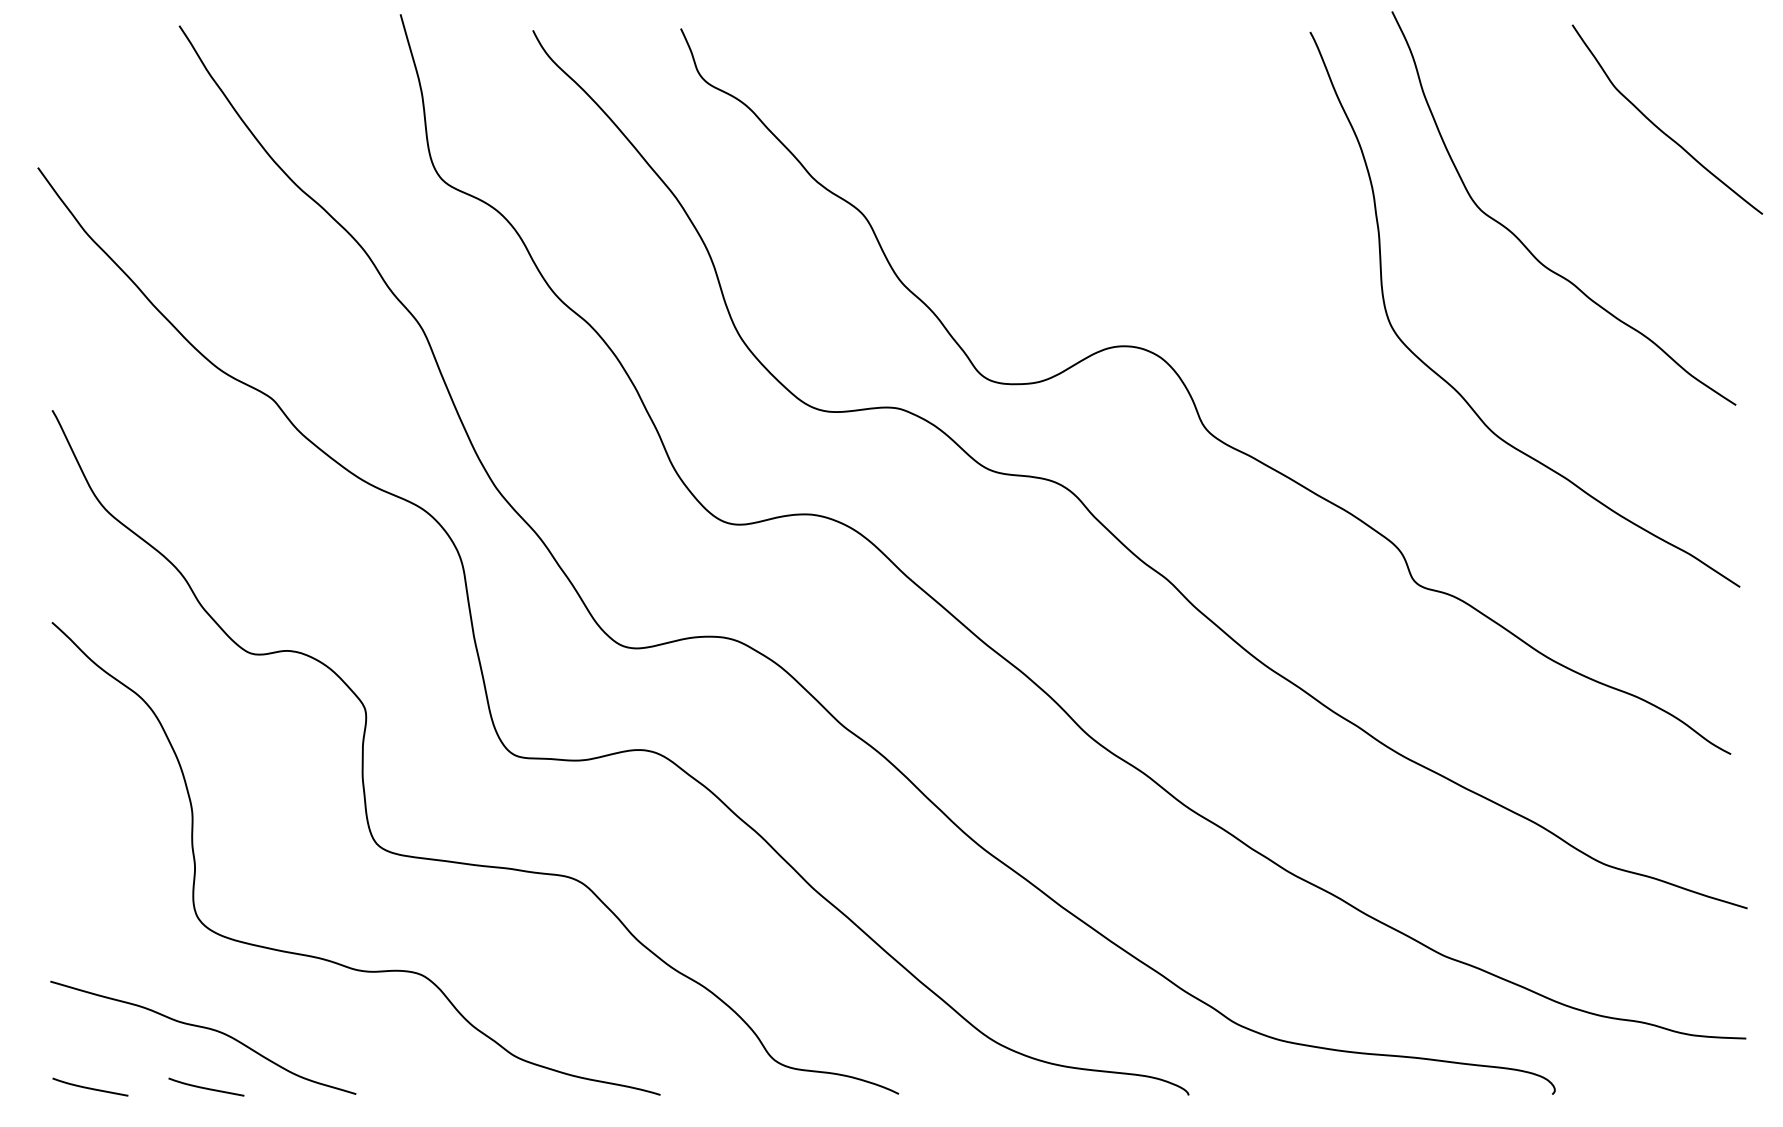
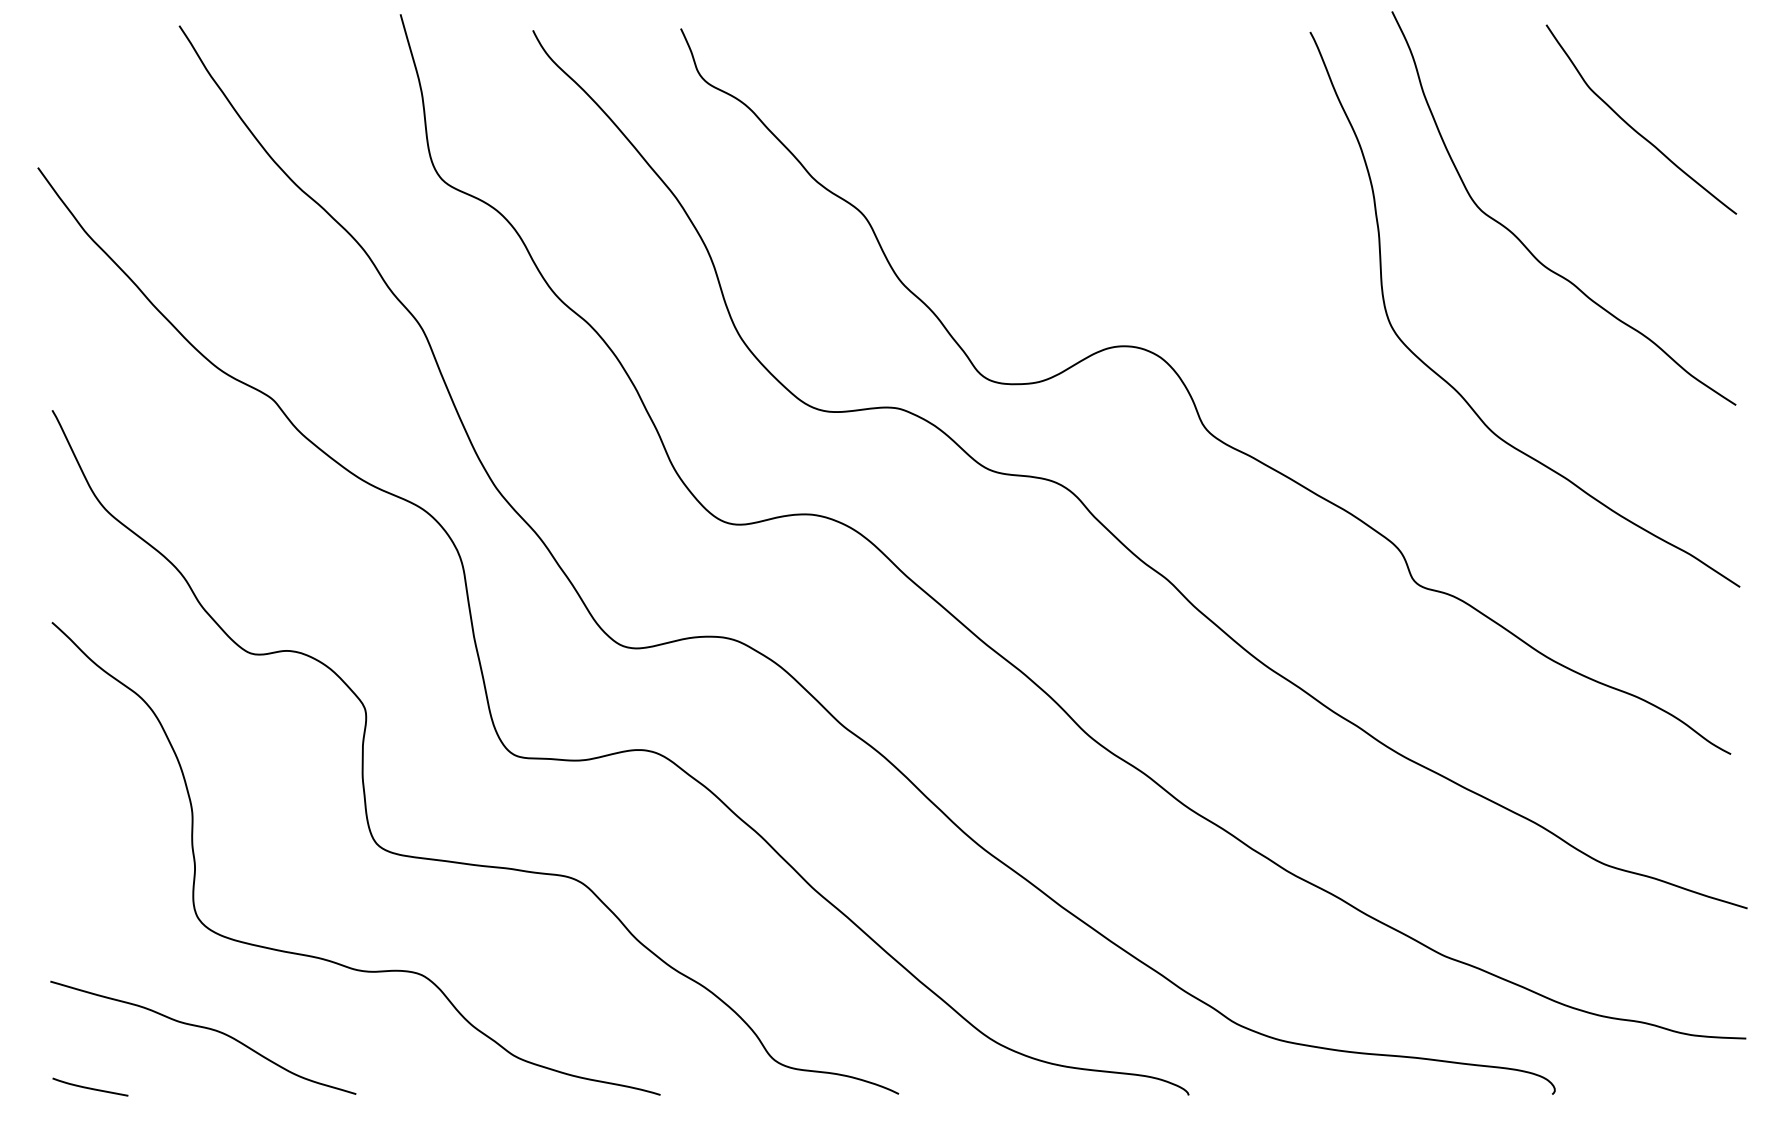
curve at (1659, 127) position: (1659, 127) -> (1633, 127)
curve at (206, 1087): present -> none
